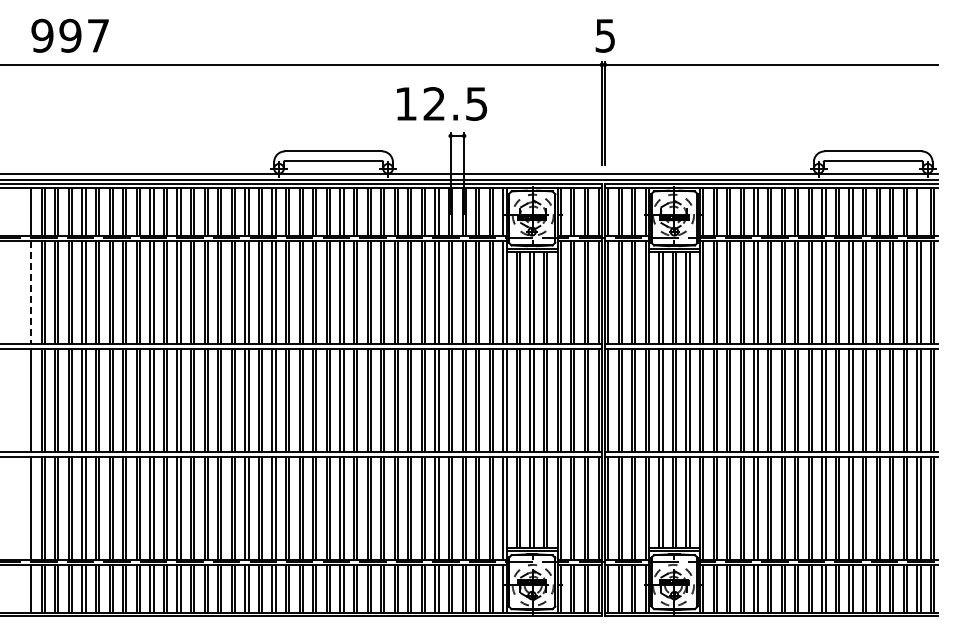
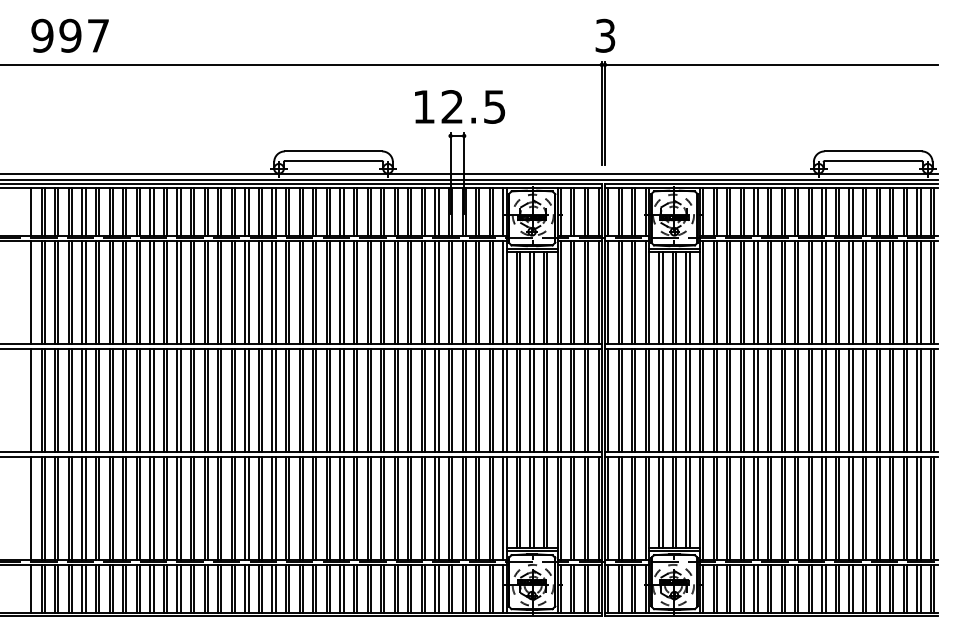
text at (605, 35): 5 -> 3
text at (442, 103) position: (442, 103) -> (460, 106)
line at (920, 211): none -> present
line at (31, 292): dashed -> solid
